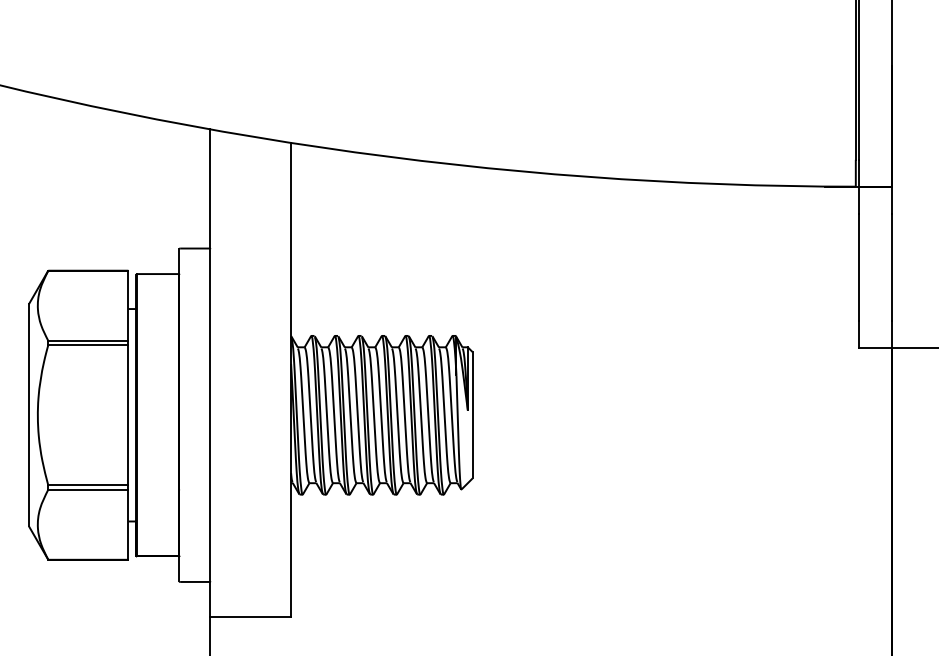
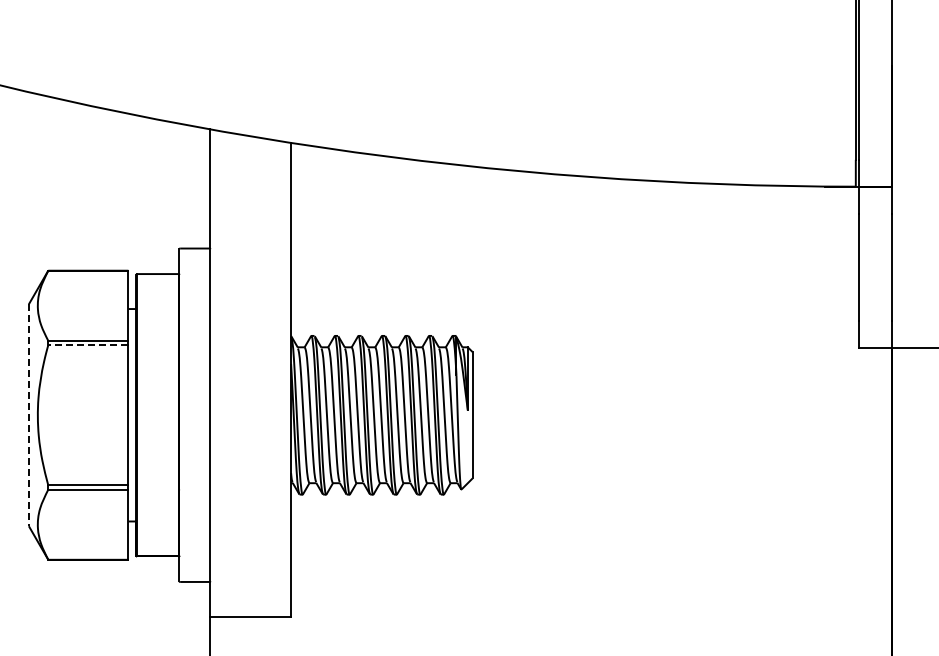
line at (87, 345): solid -> dashed
line at (28, 415): solid -> dashed
